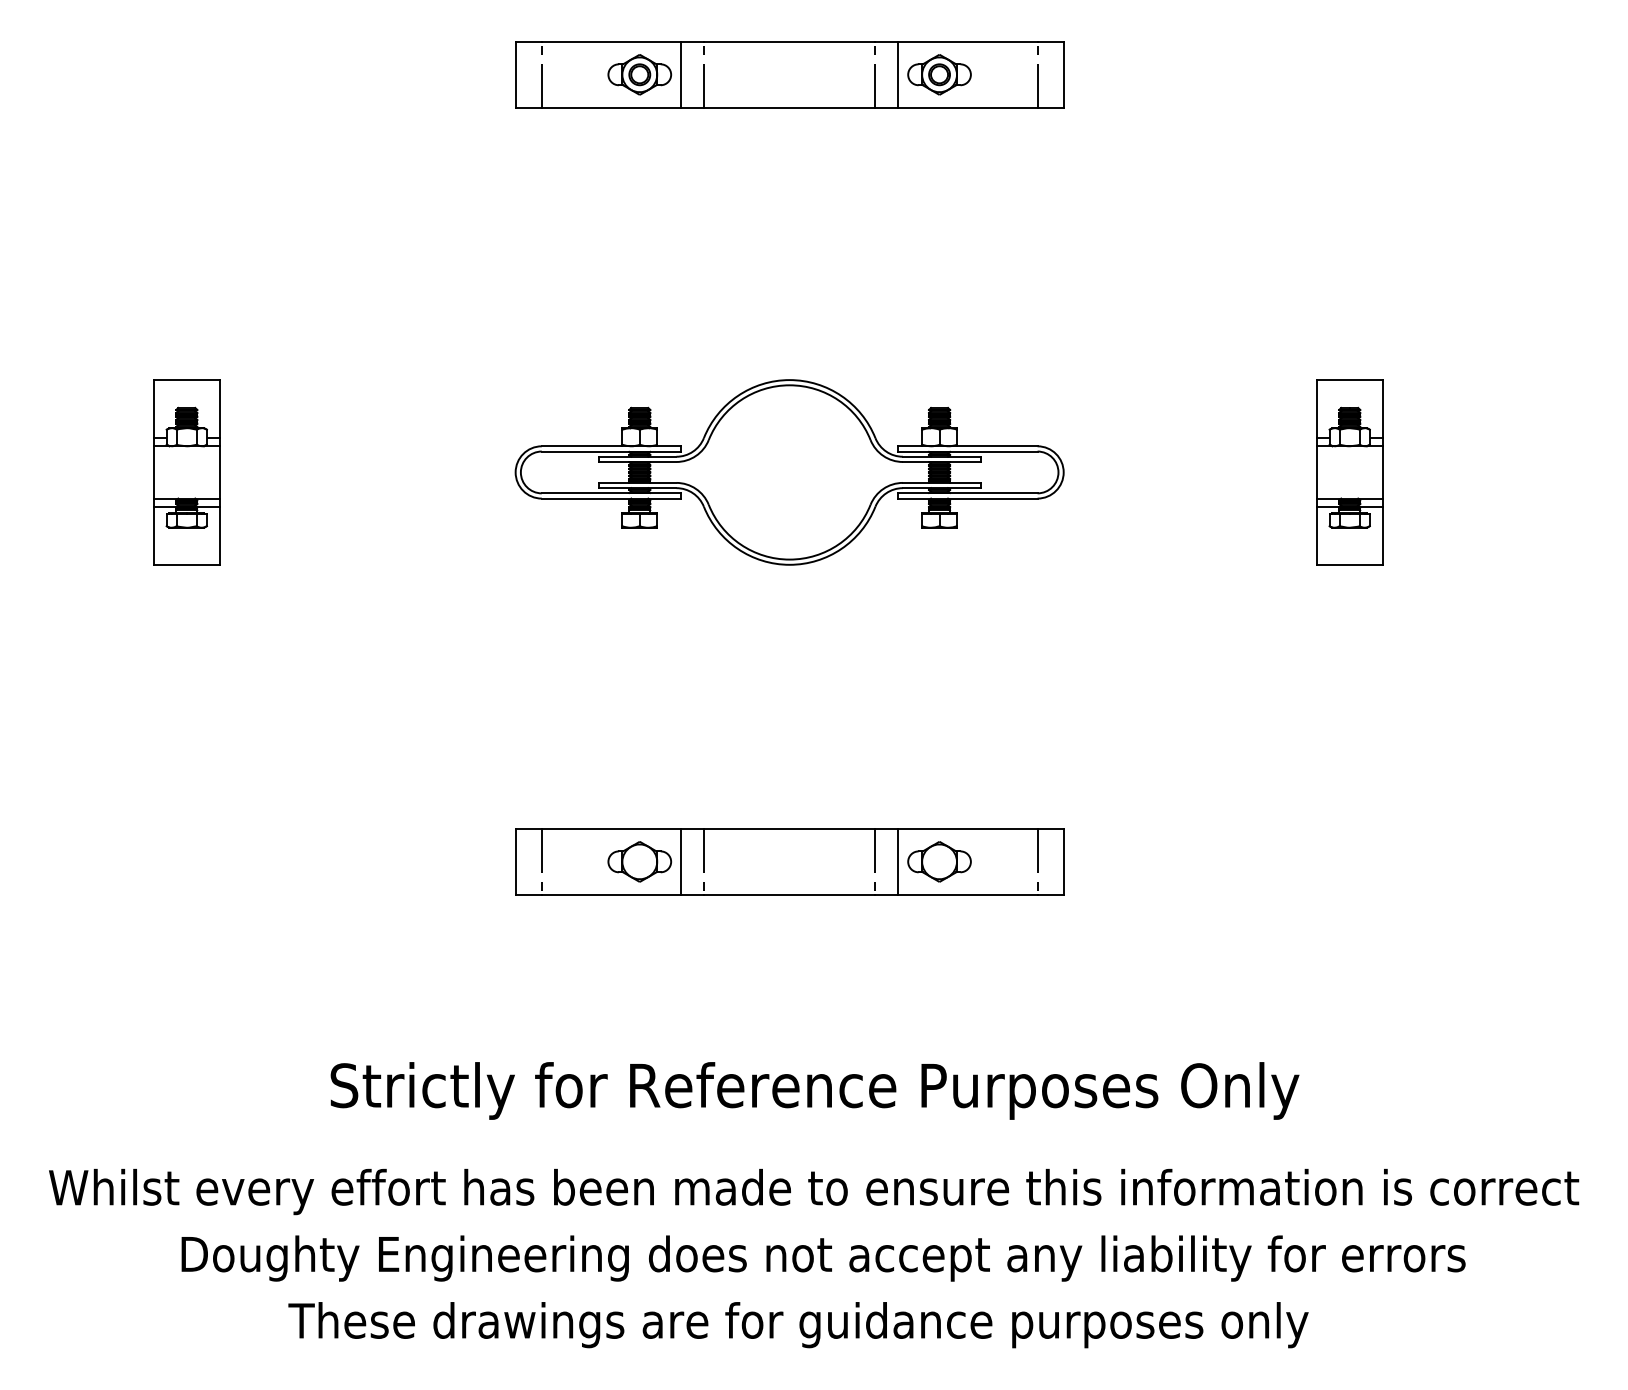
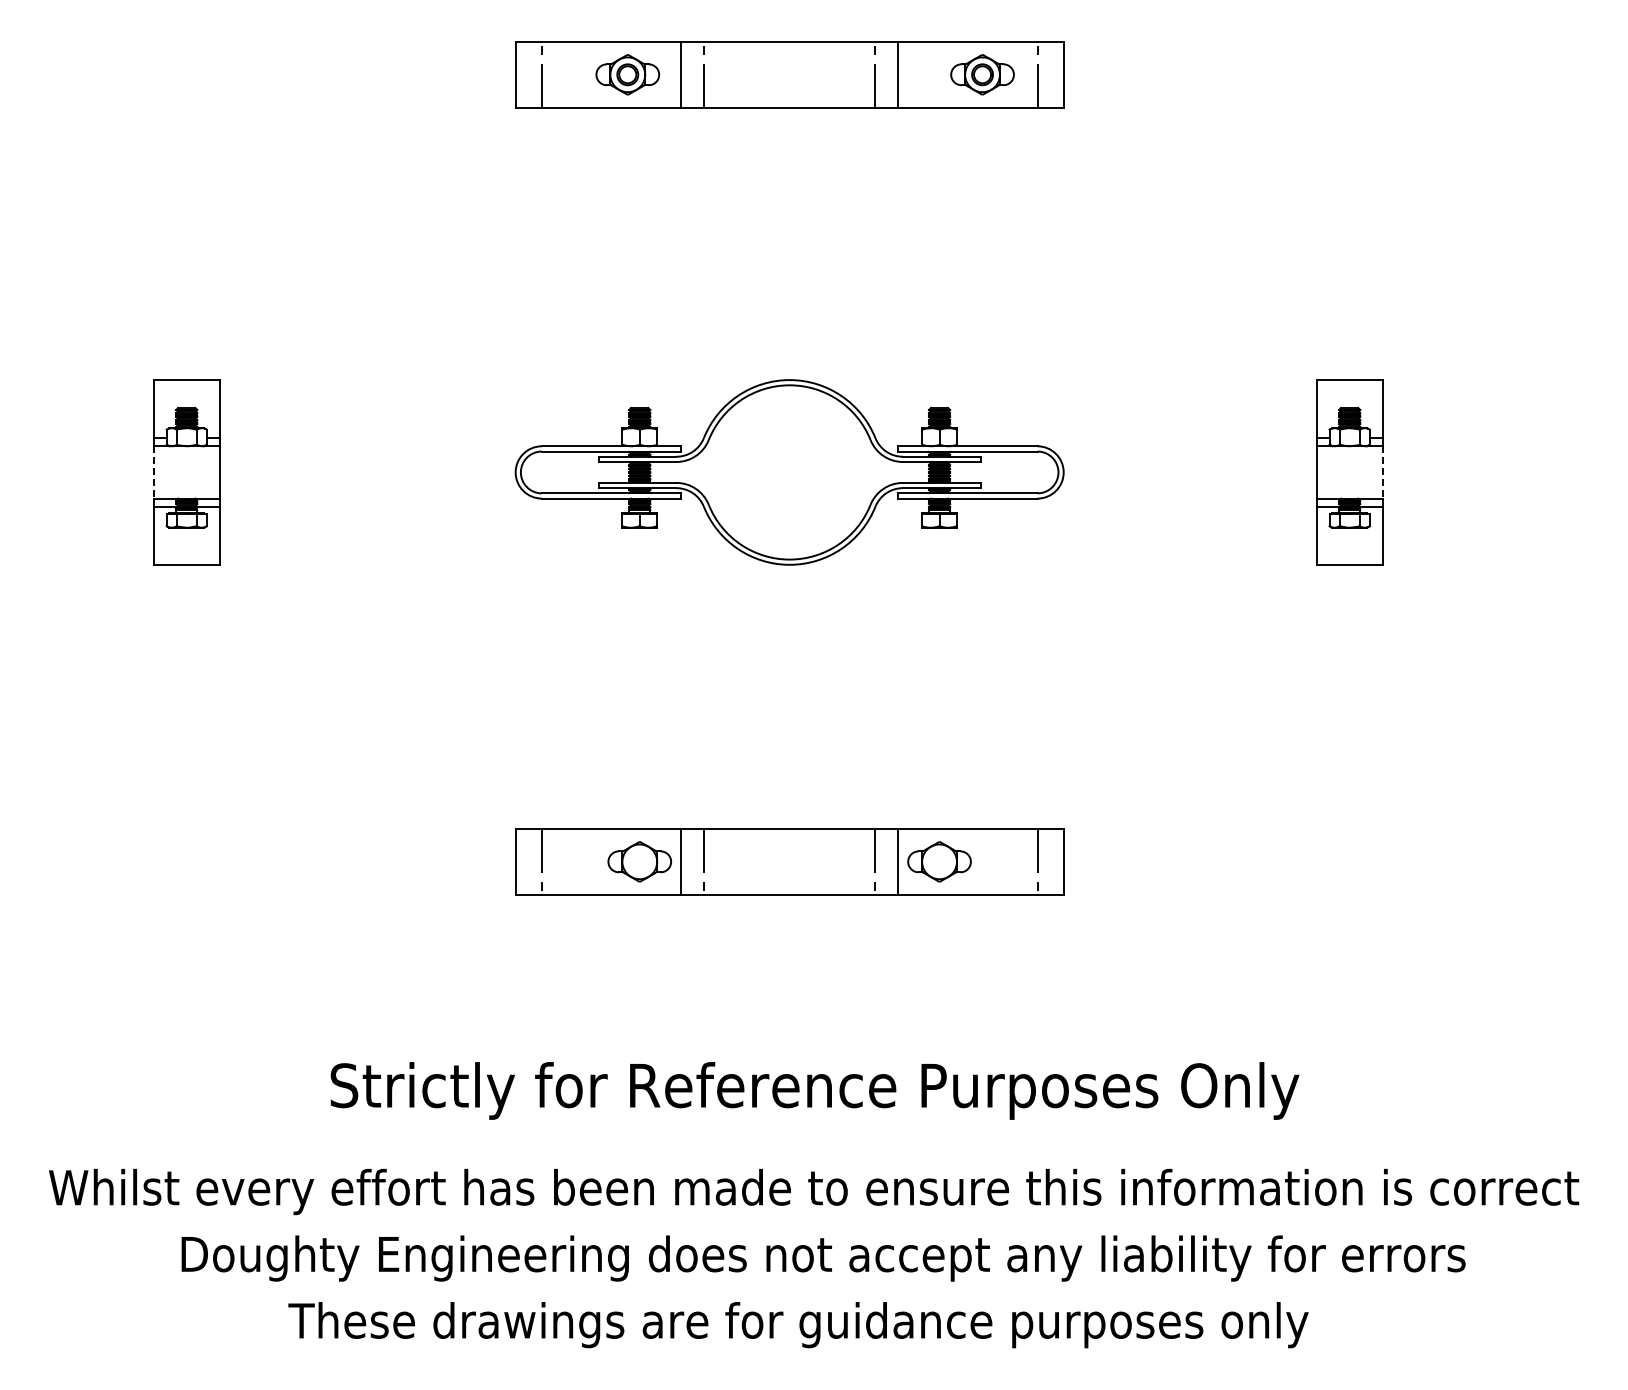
part at (639, 74) position: (639, 74) -> (627, 74)
part at (939, 74) position: (939, 74) -> (982, 74)
line at (153, 472): solid -> dashed
line at (1382, 472): solid -> dashed
